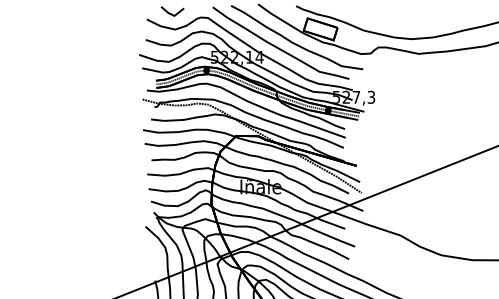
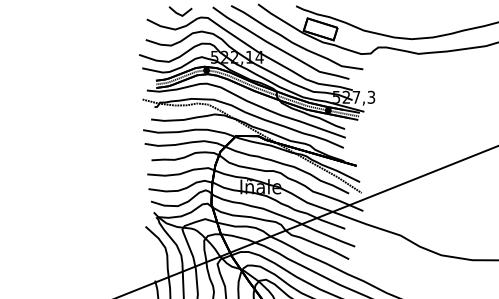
line at (171, 13) position: (171, 13) -> (179, 13)
